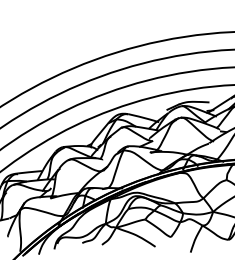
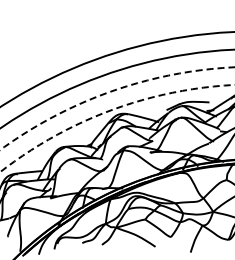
circle at (117, 108): solid -> dashed
circle at (117, 128): solid -> dashed
